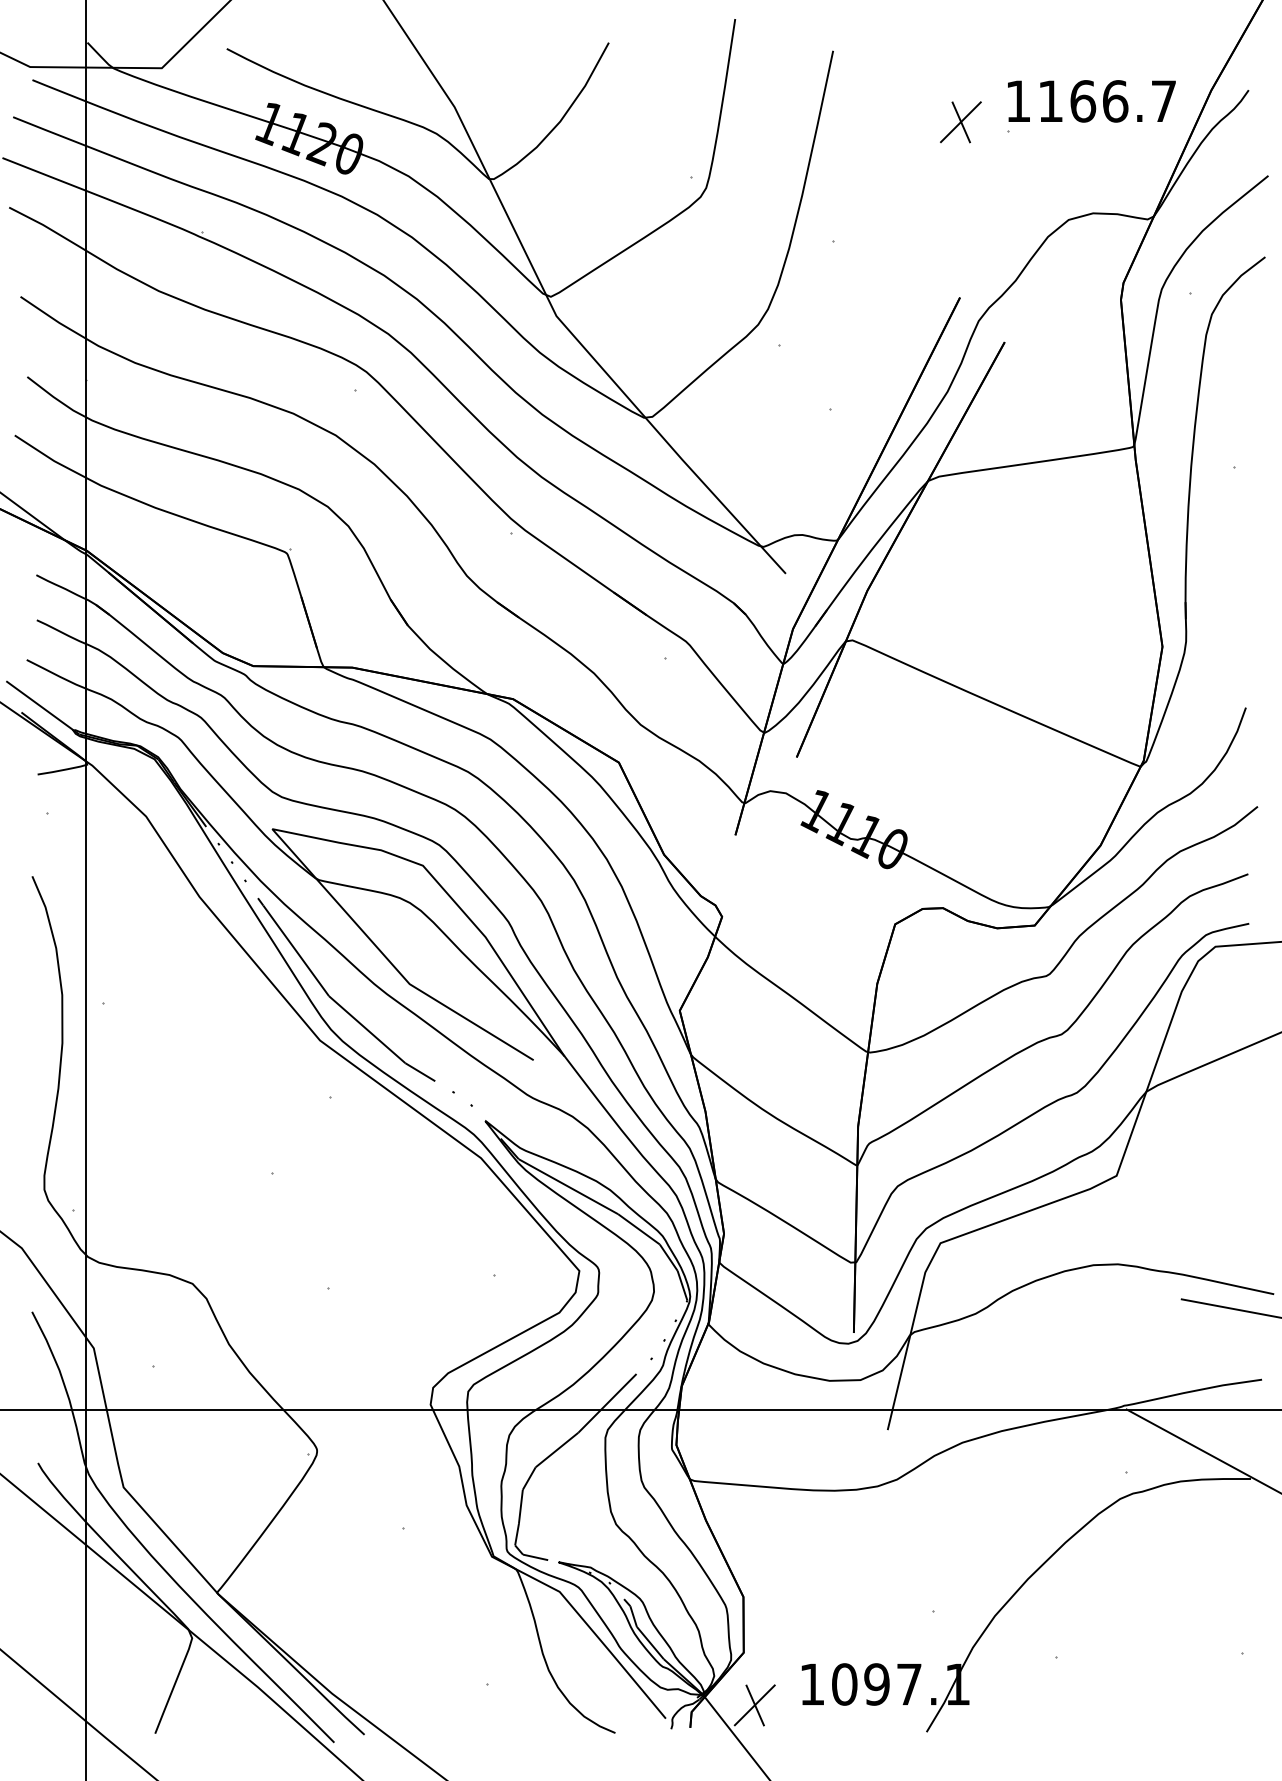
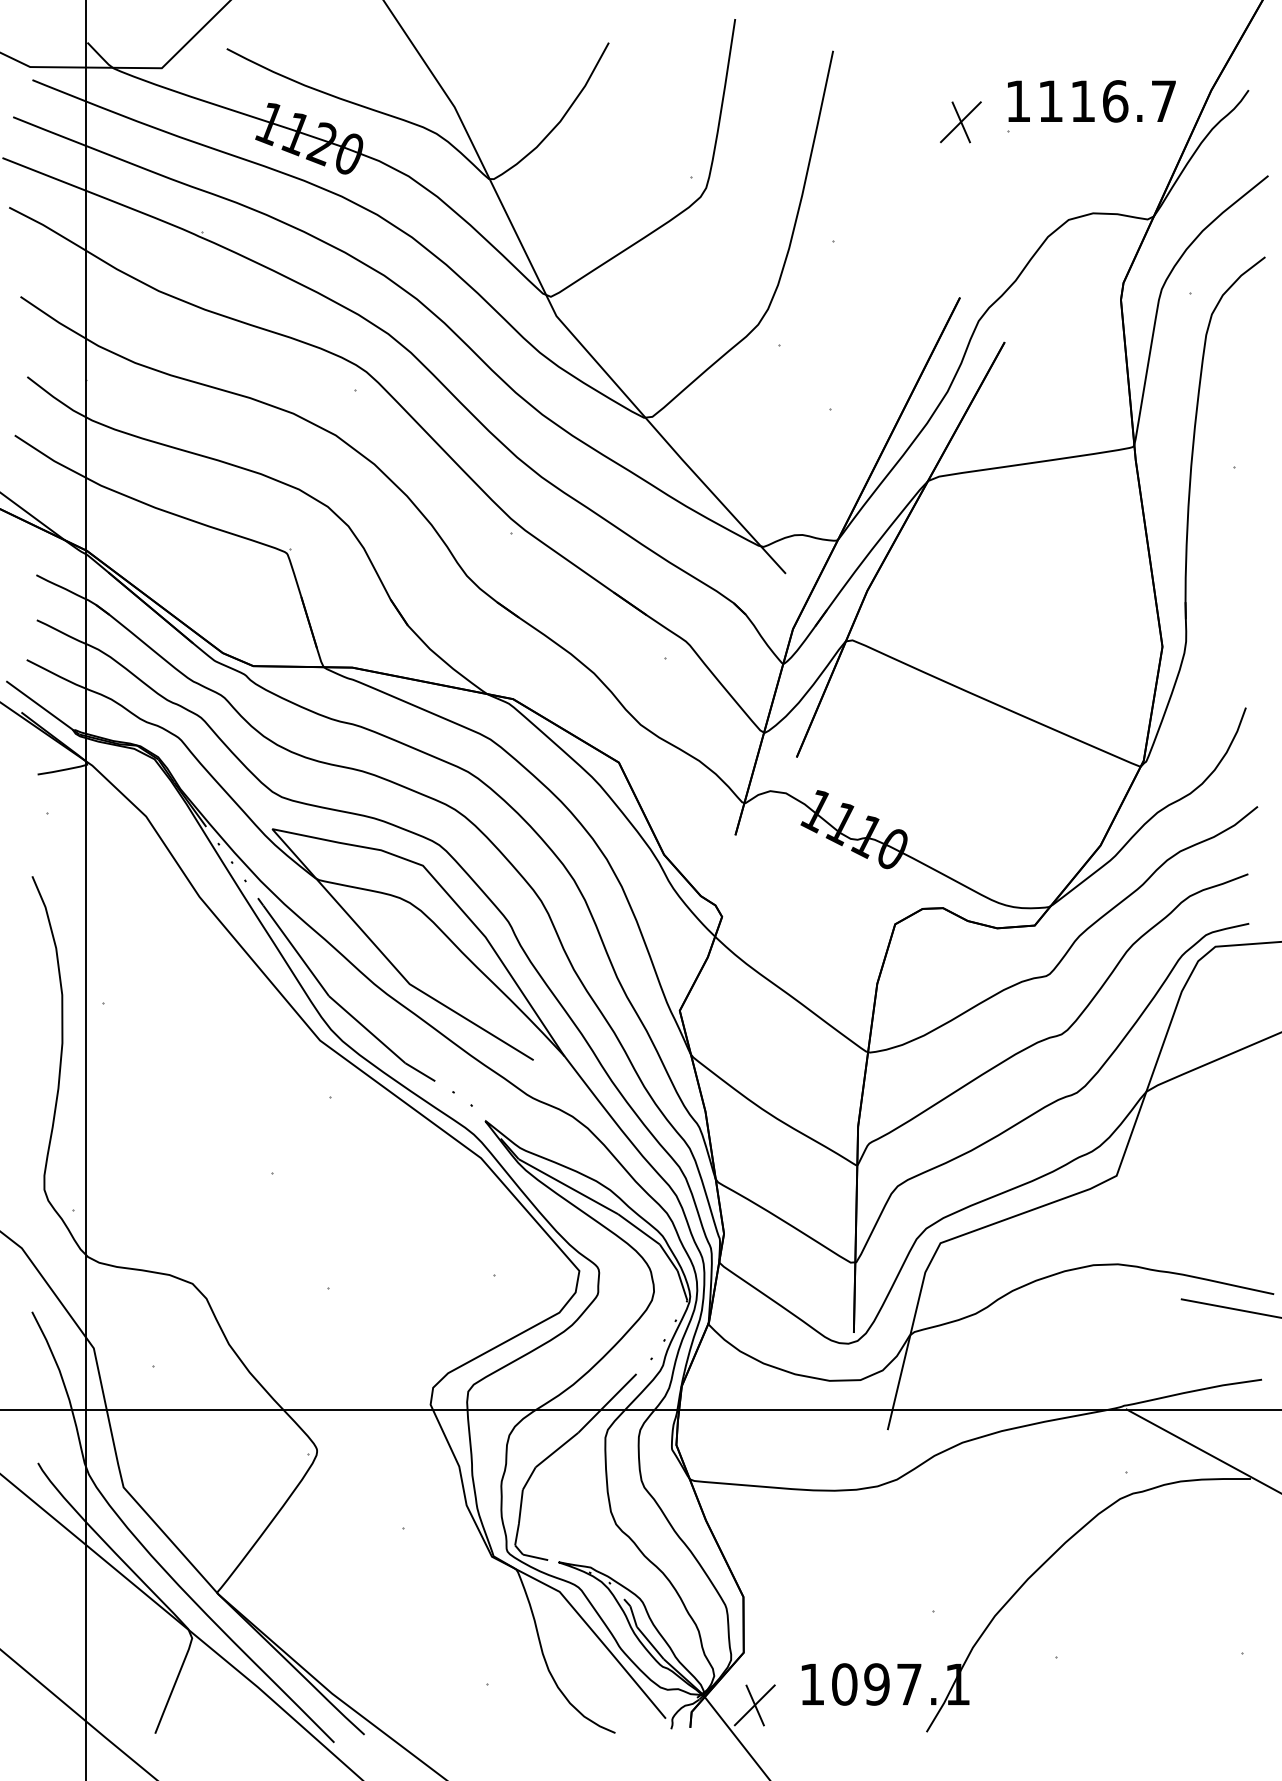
text at (1083, 101): 1166.7 -> 1116.7
